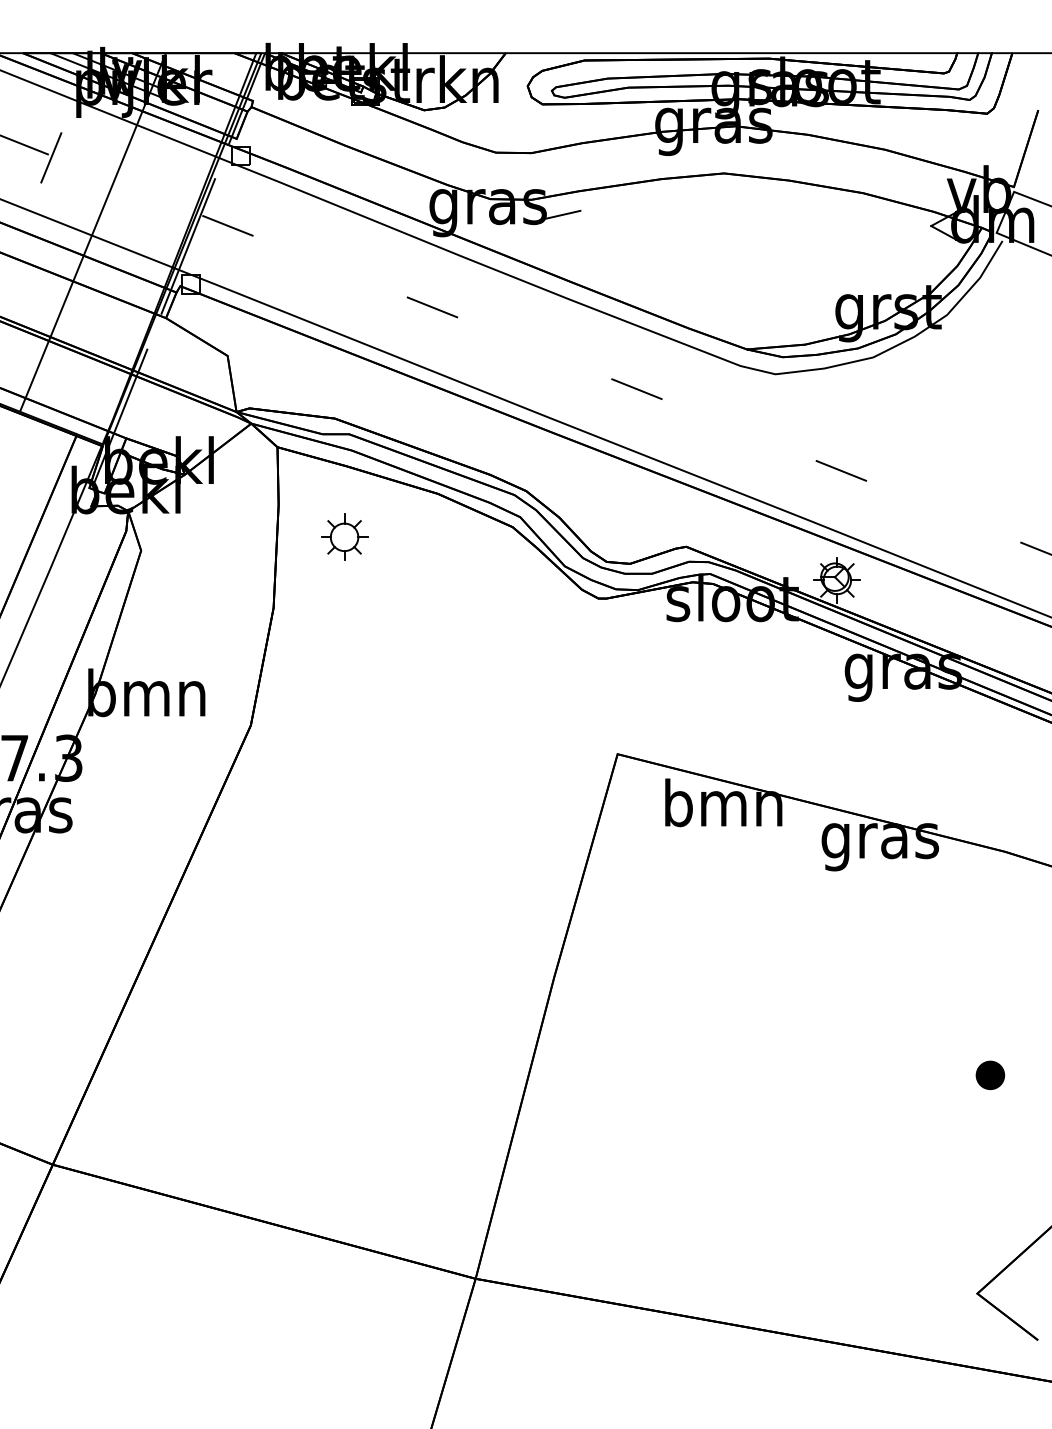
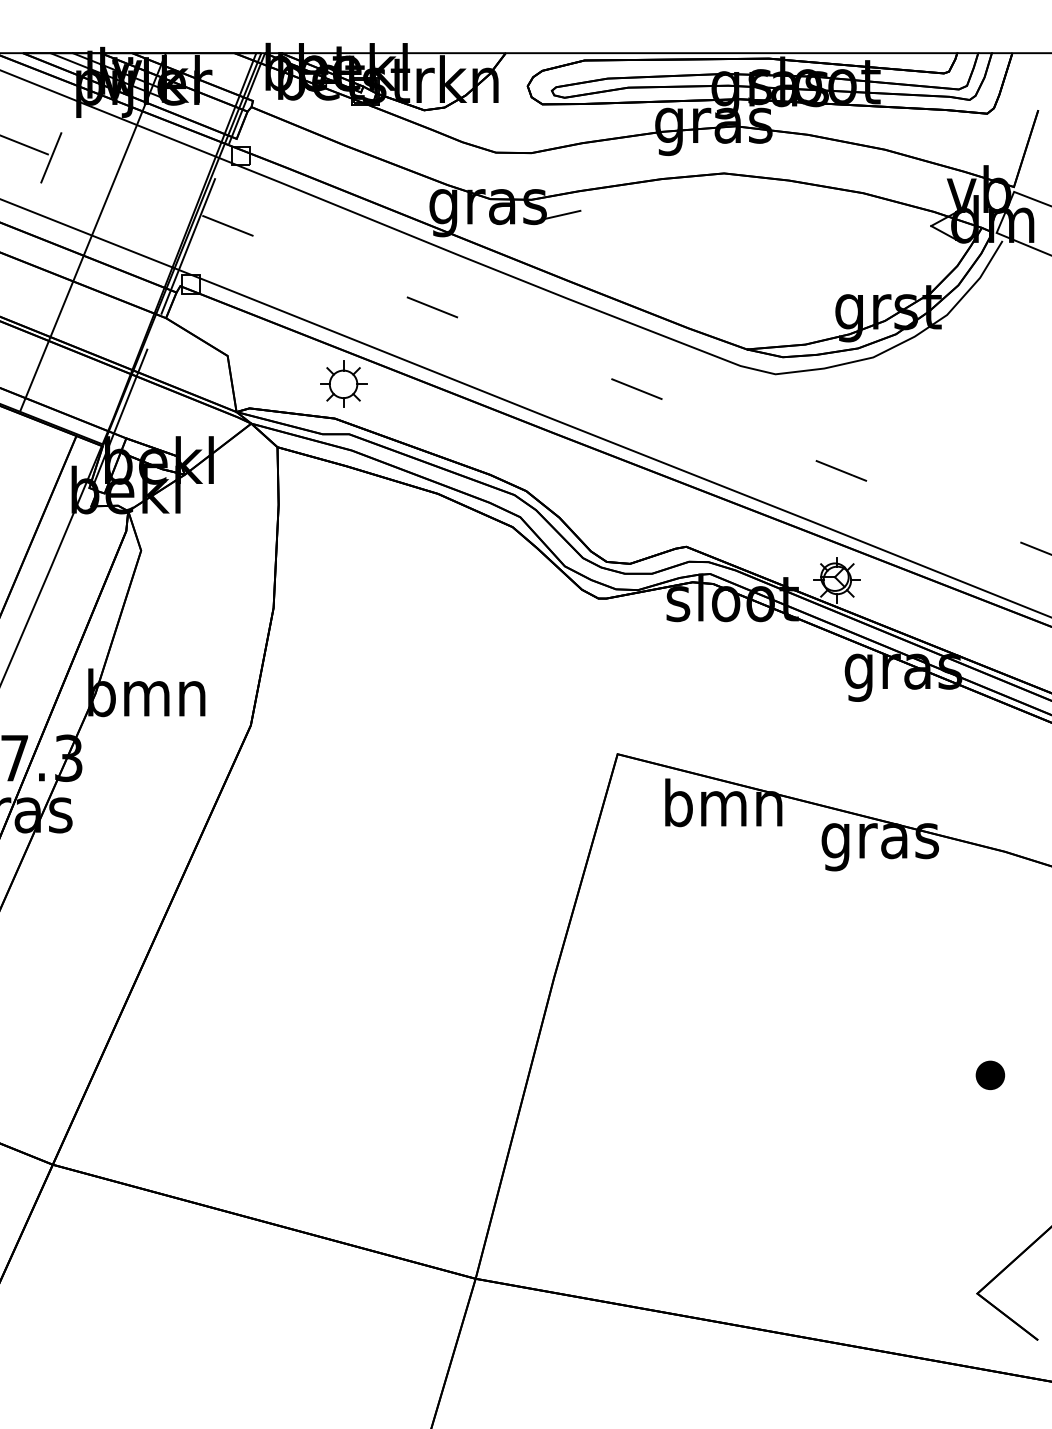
part at (344, 536) position: (344, 536) -> (343, 383)
